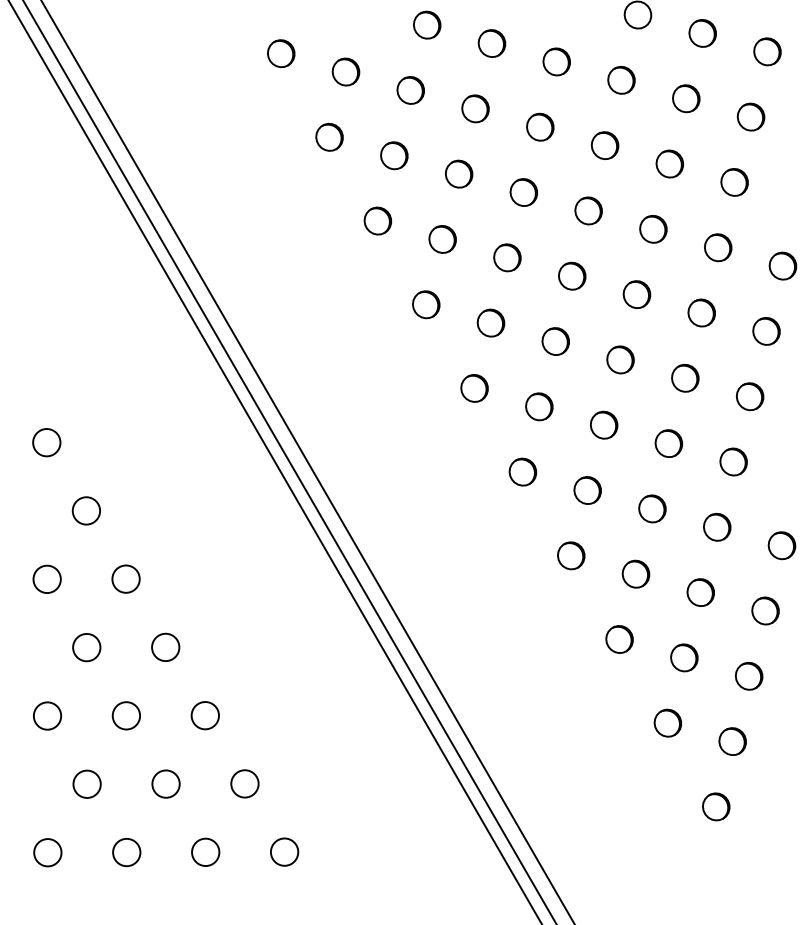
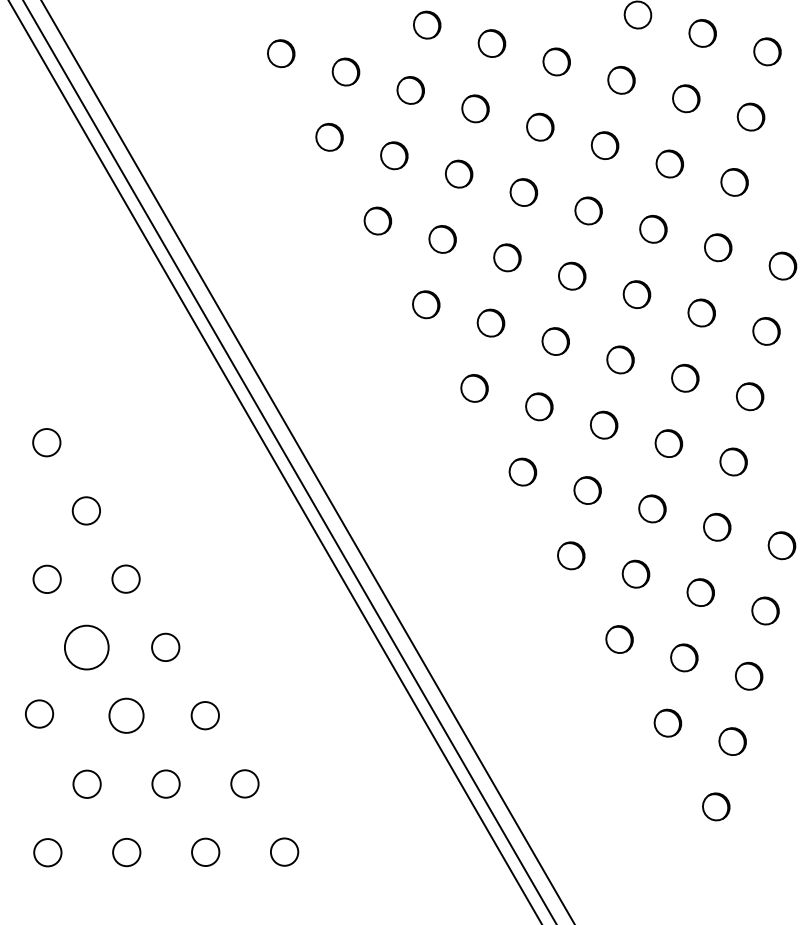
circle at (86, 647) diameter: 27 px -> 44 px
circle at (47, 715) position: (47, 715) -> (39, 713)
circle at (125, 715) size: 30x30 px -> 37x37 px
